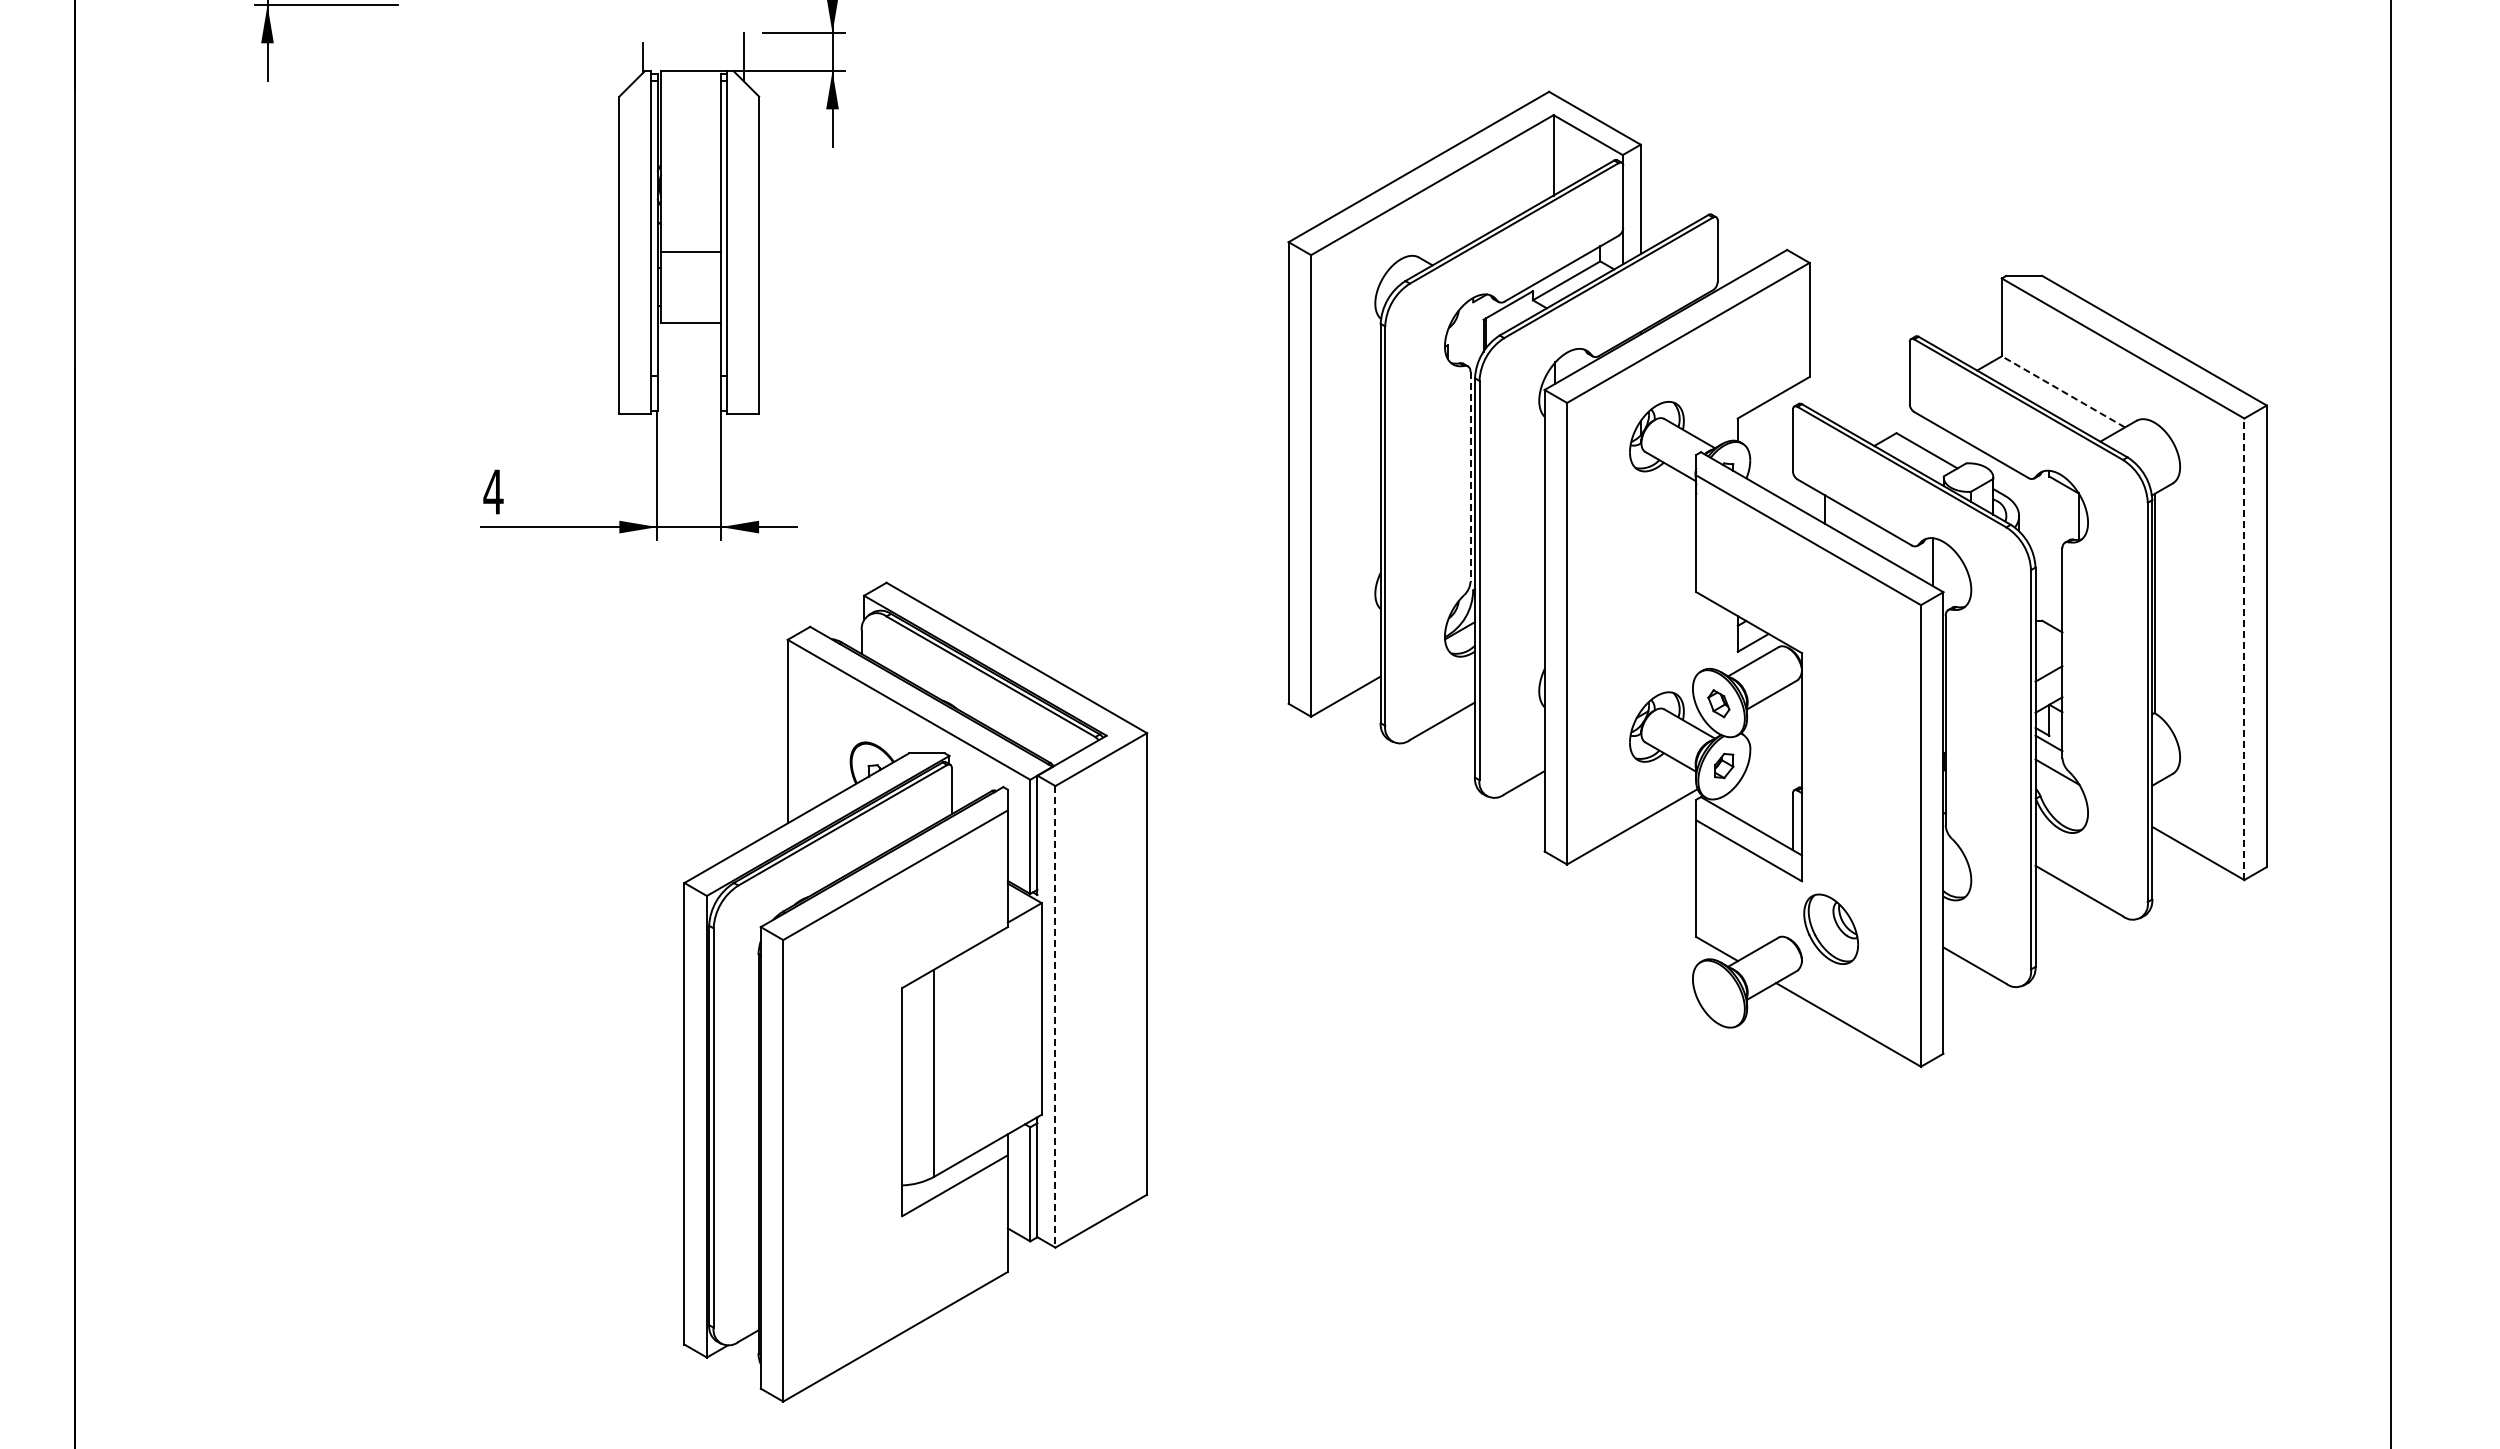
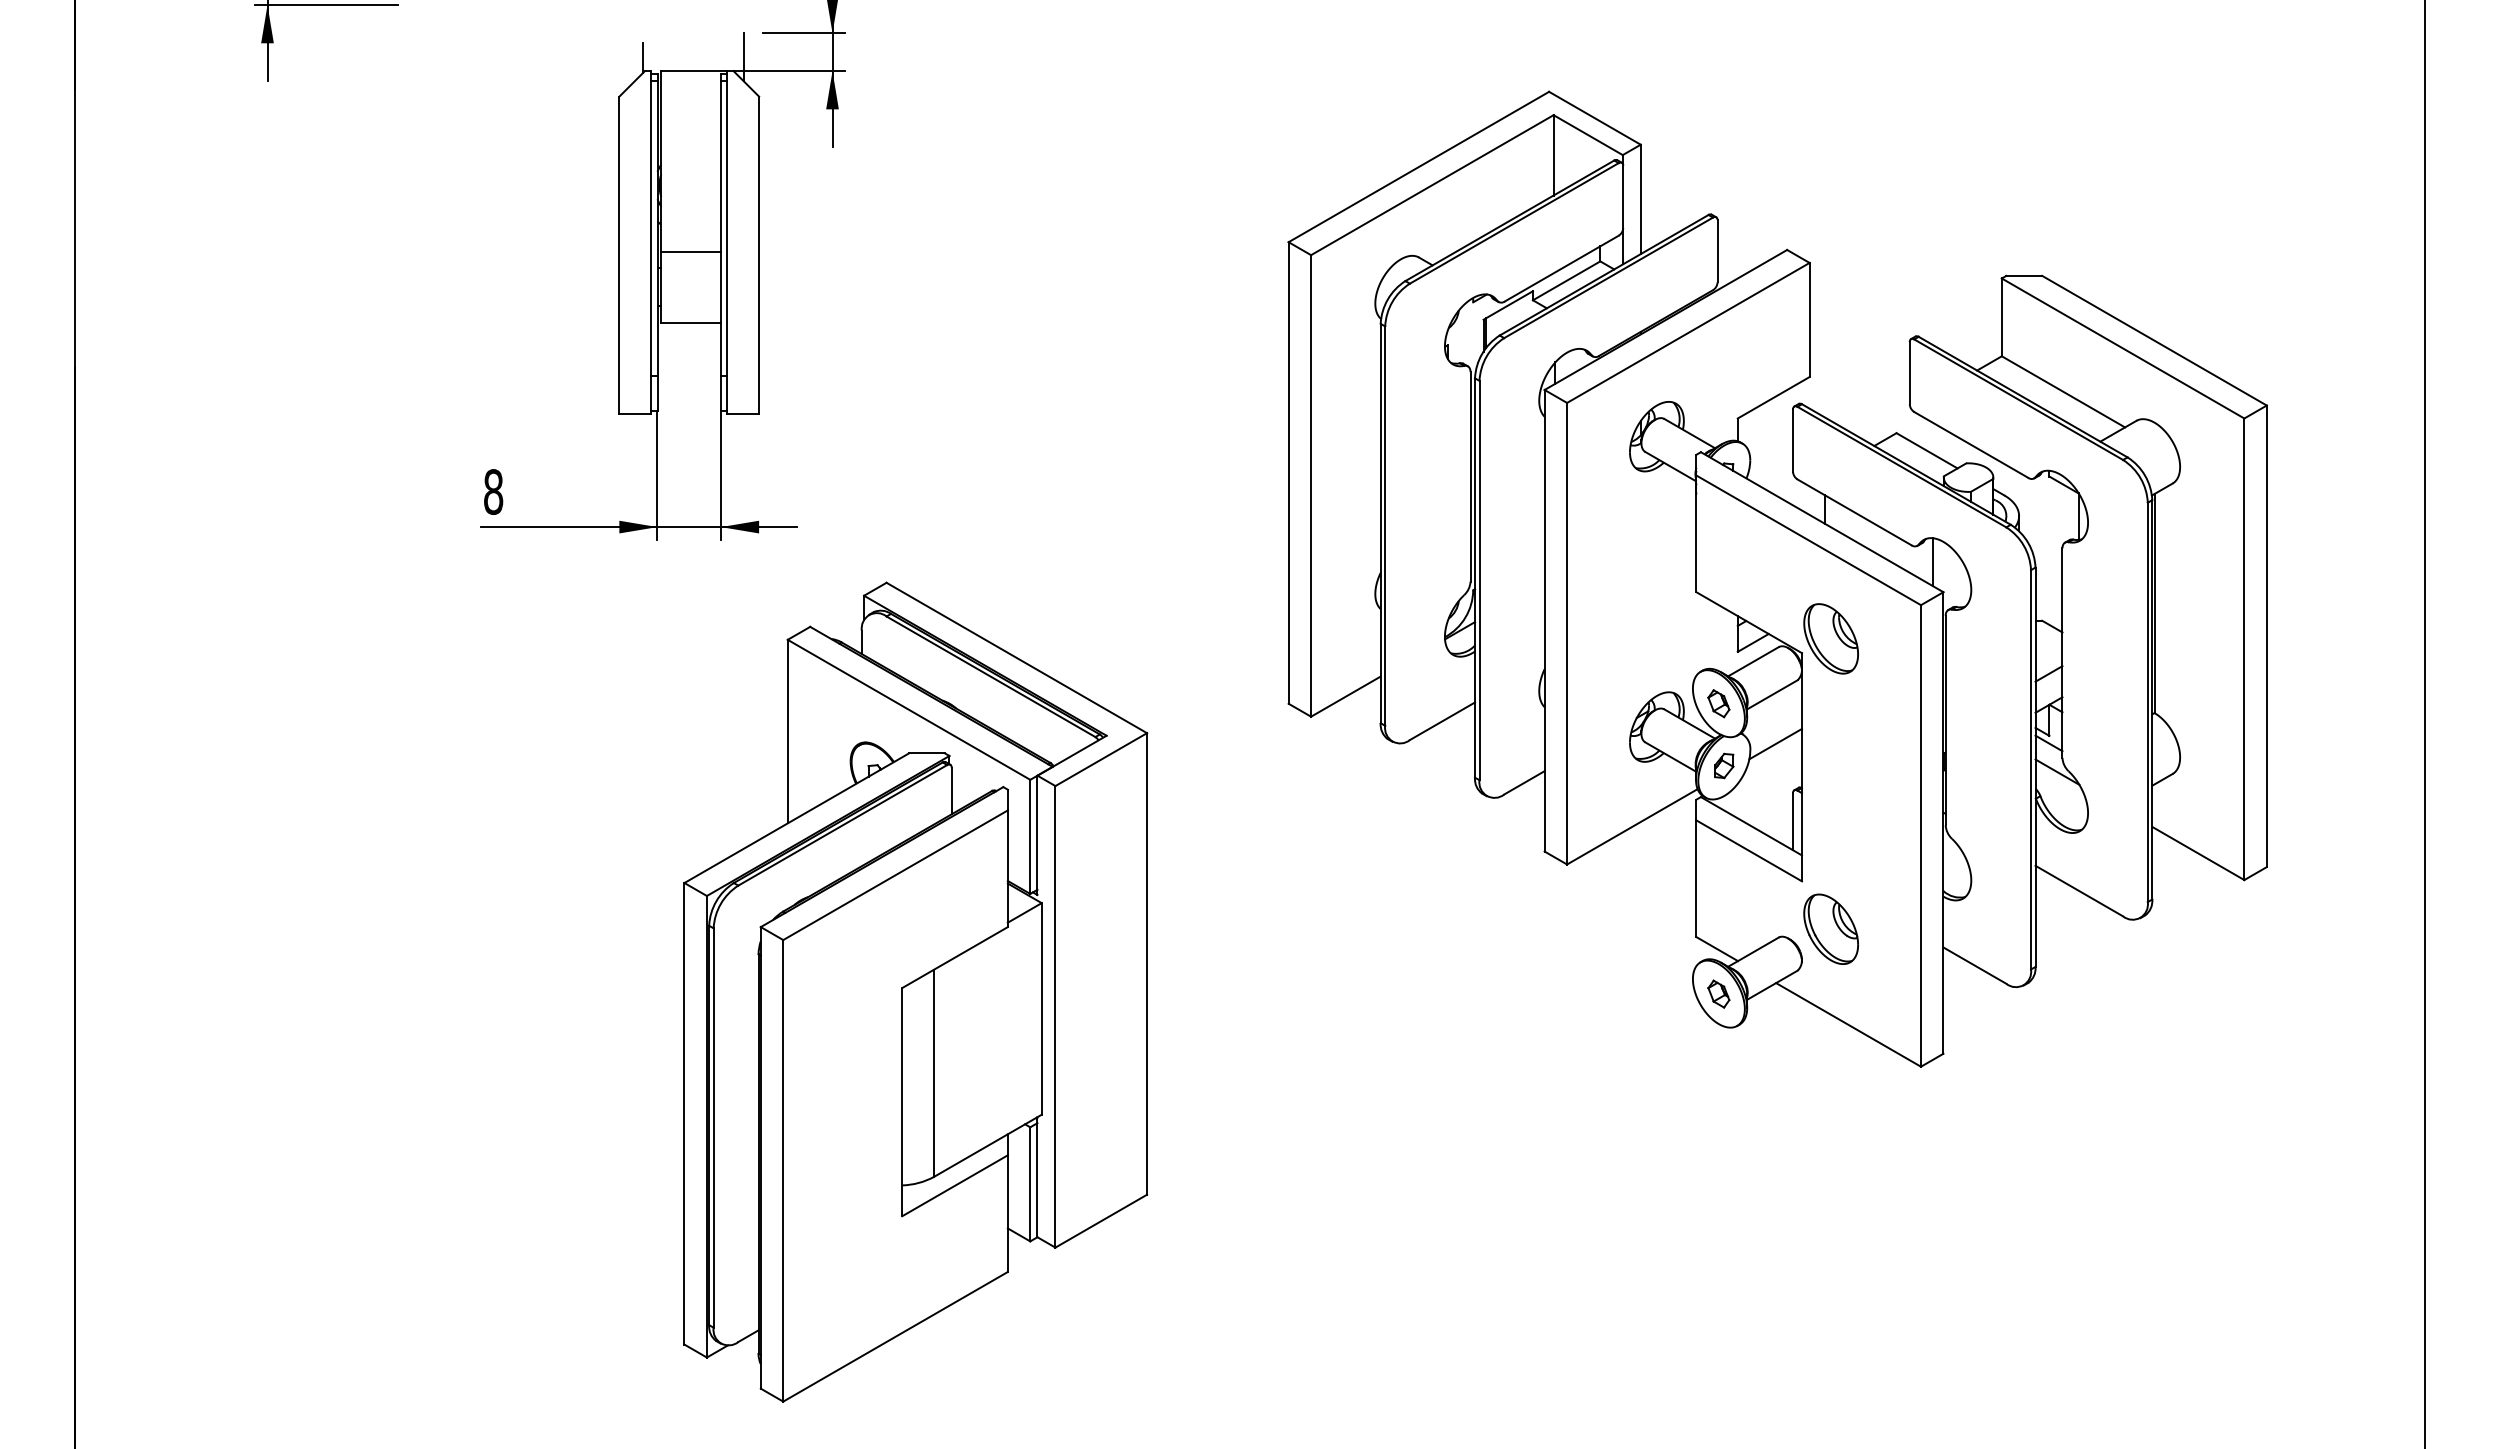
line at (2063, 391): dashed -> solid
line at (1470, 476): dashed -> solid
text at (493, 492): 4 -> 8
part at (1830, 638): none -> present
line at (2244, 649): dashed -> solid
line at (2391, 723) position: (2391, 723) -> (2425, 723)
line at (1775, 743): none -> present
part at (1718, 993): none -> present
line at (1055, 1016): dashed -> solid
